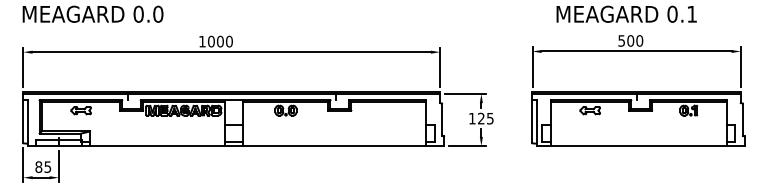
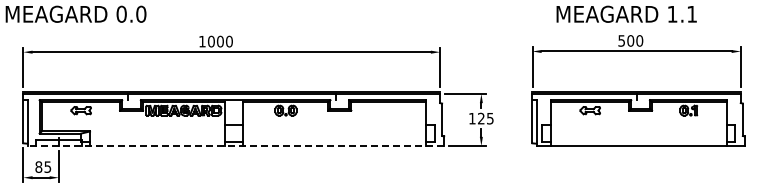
text at (92, 13) position: (92, 13) -> (75, 13)
text at (672, 13): 0.1 -> 1.1
line at (235, 146): solid -> dashed
